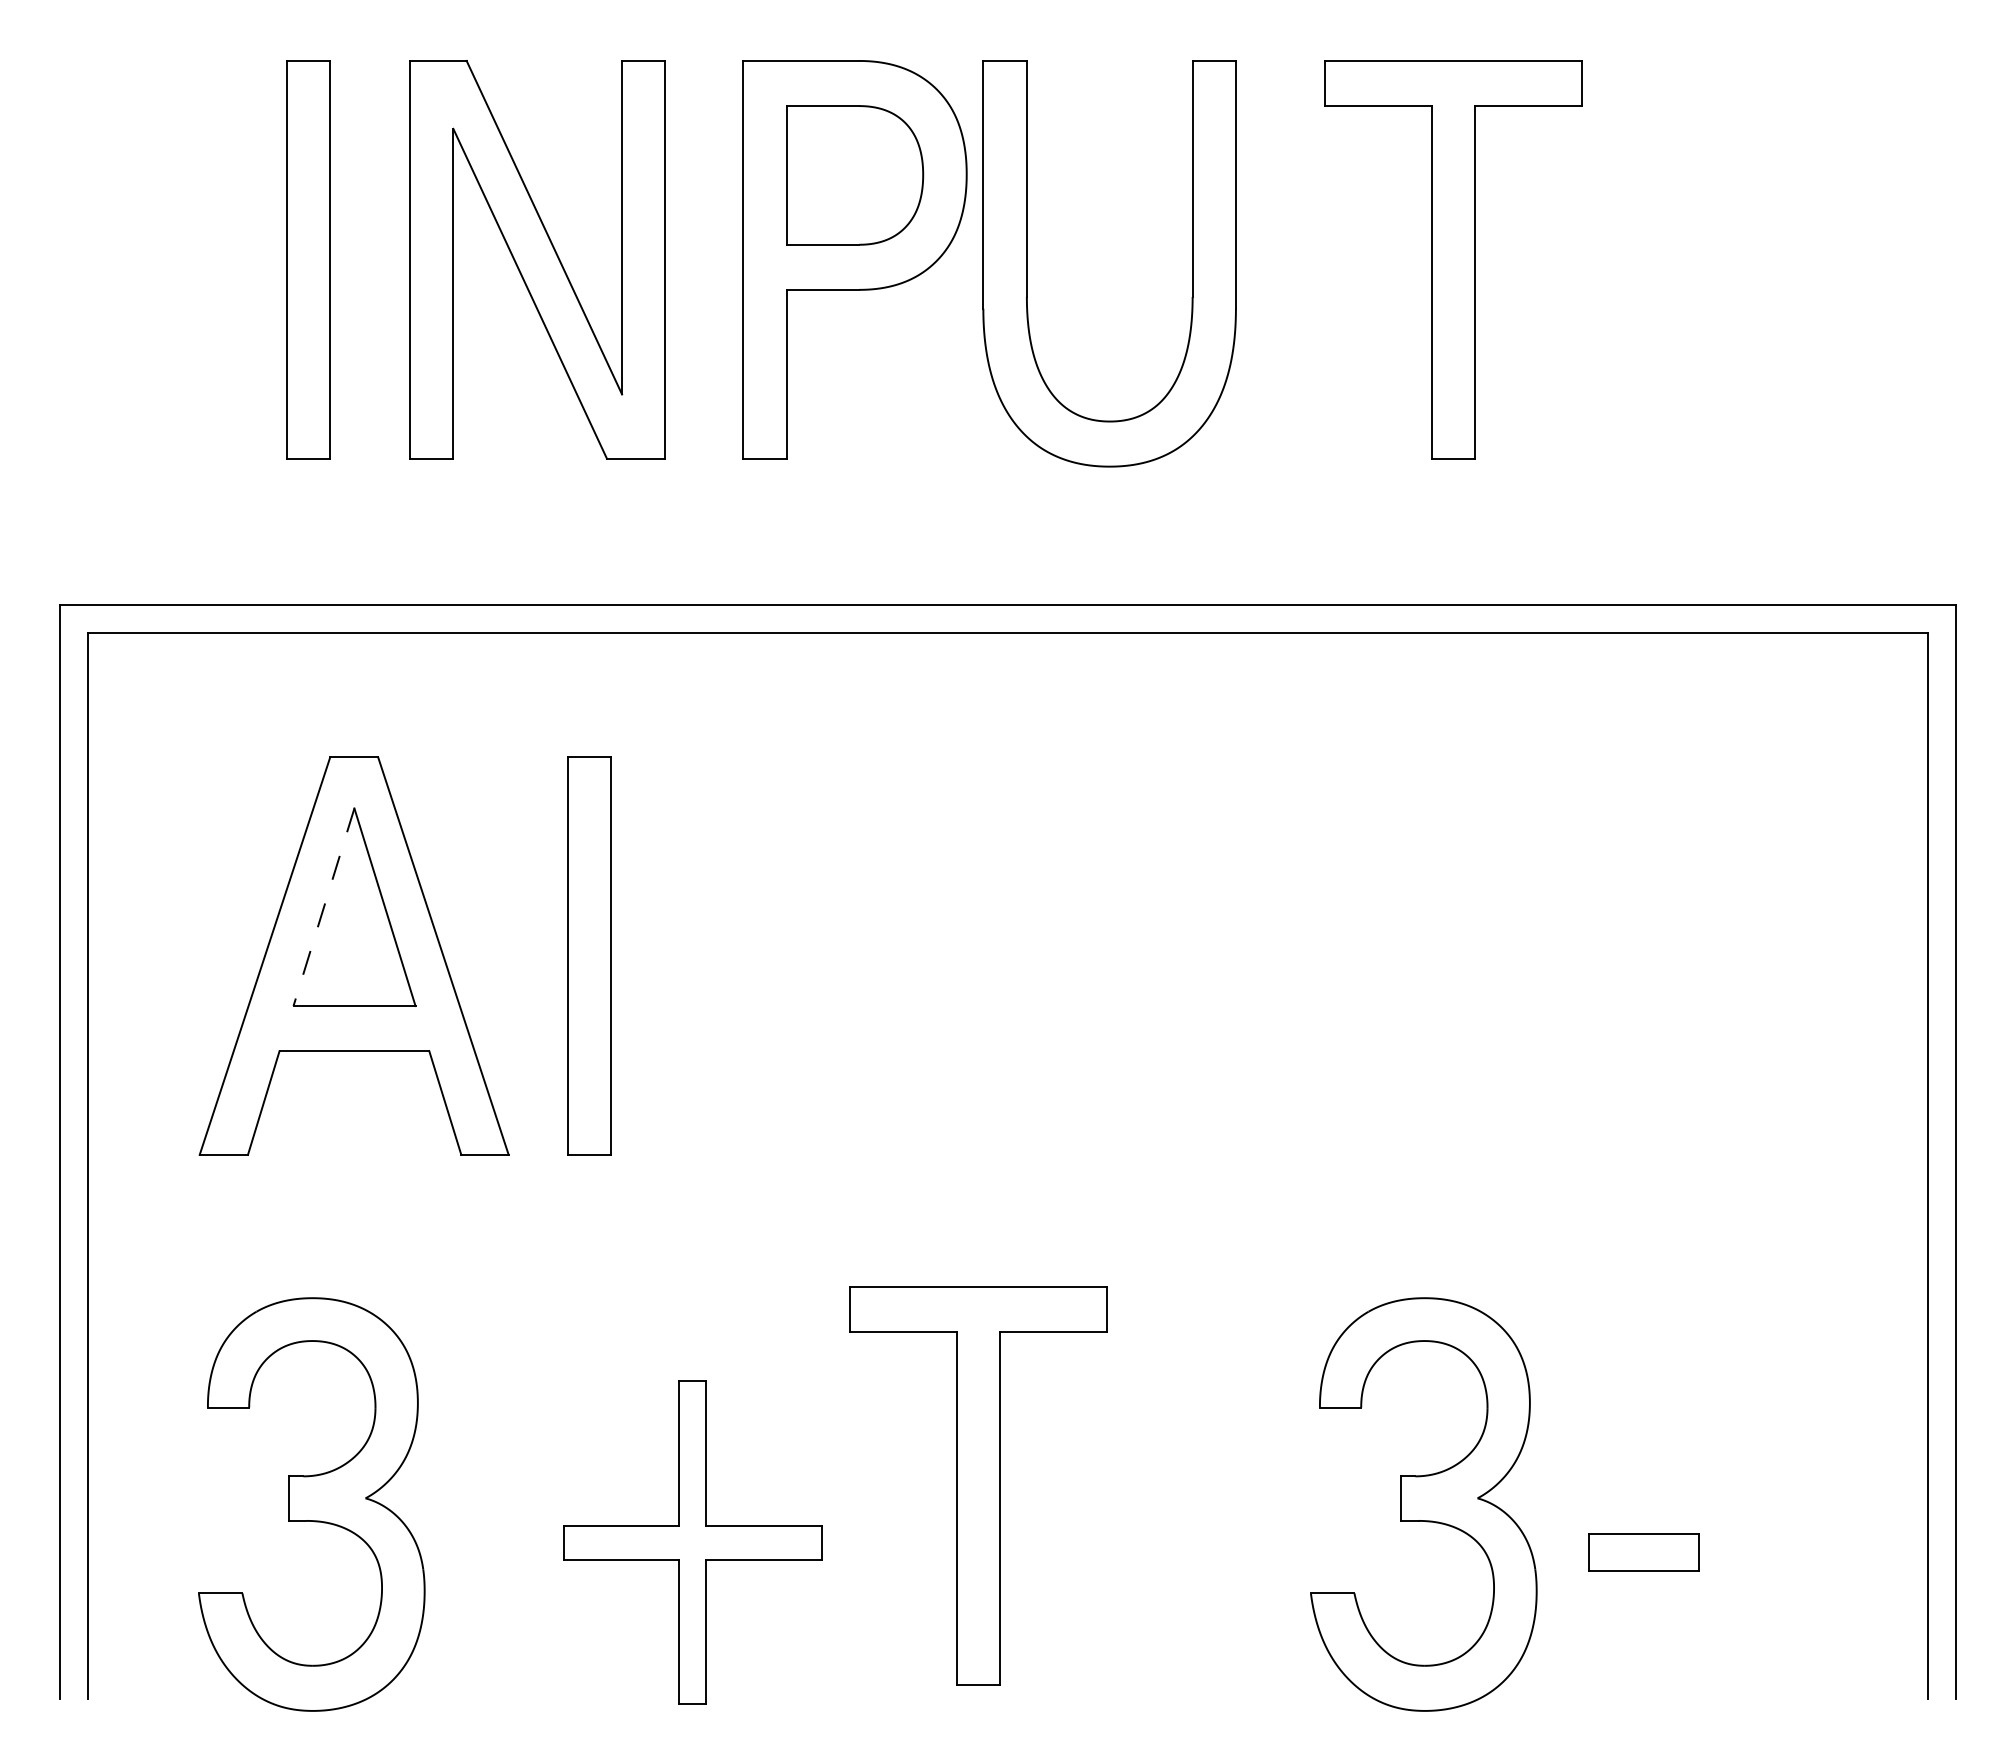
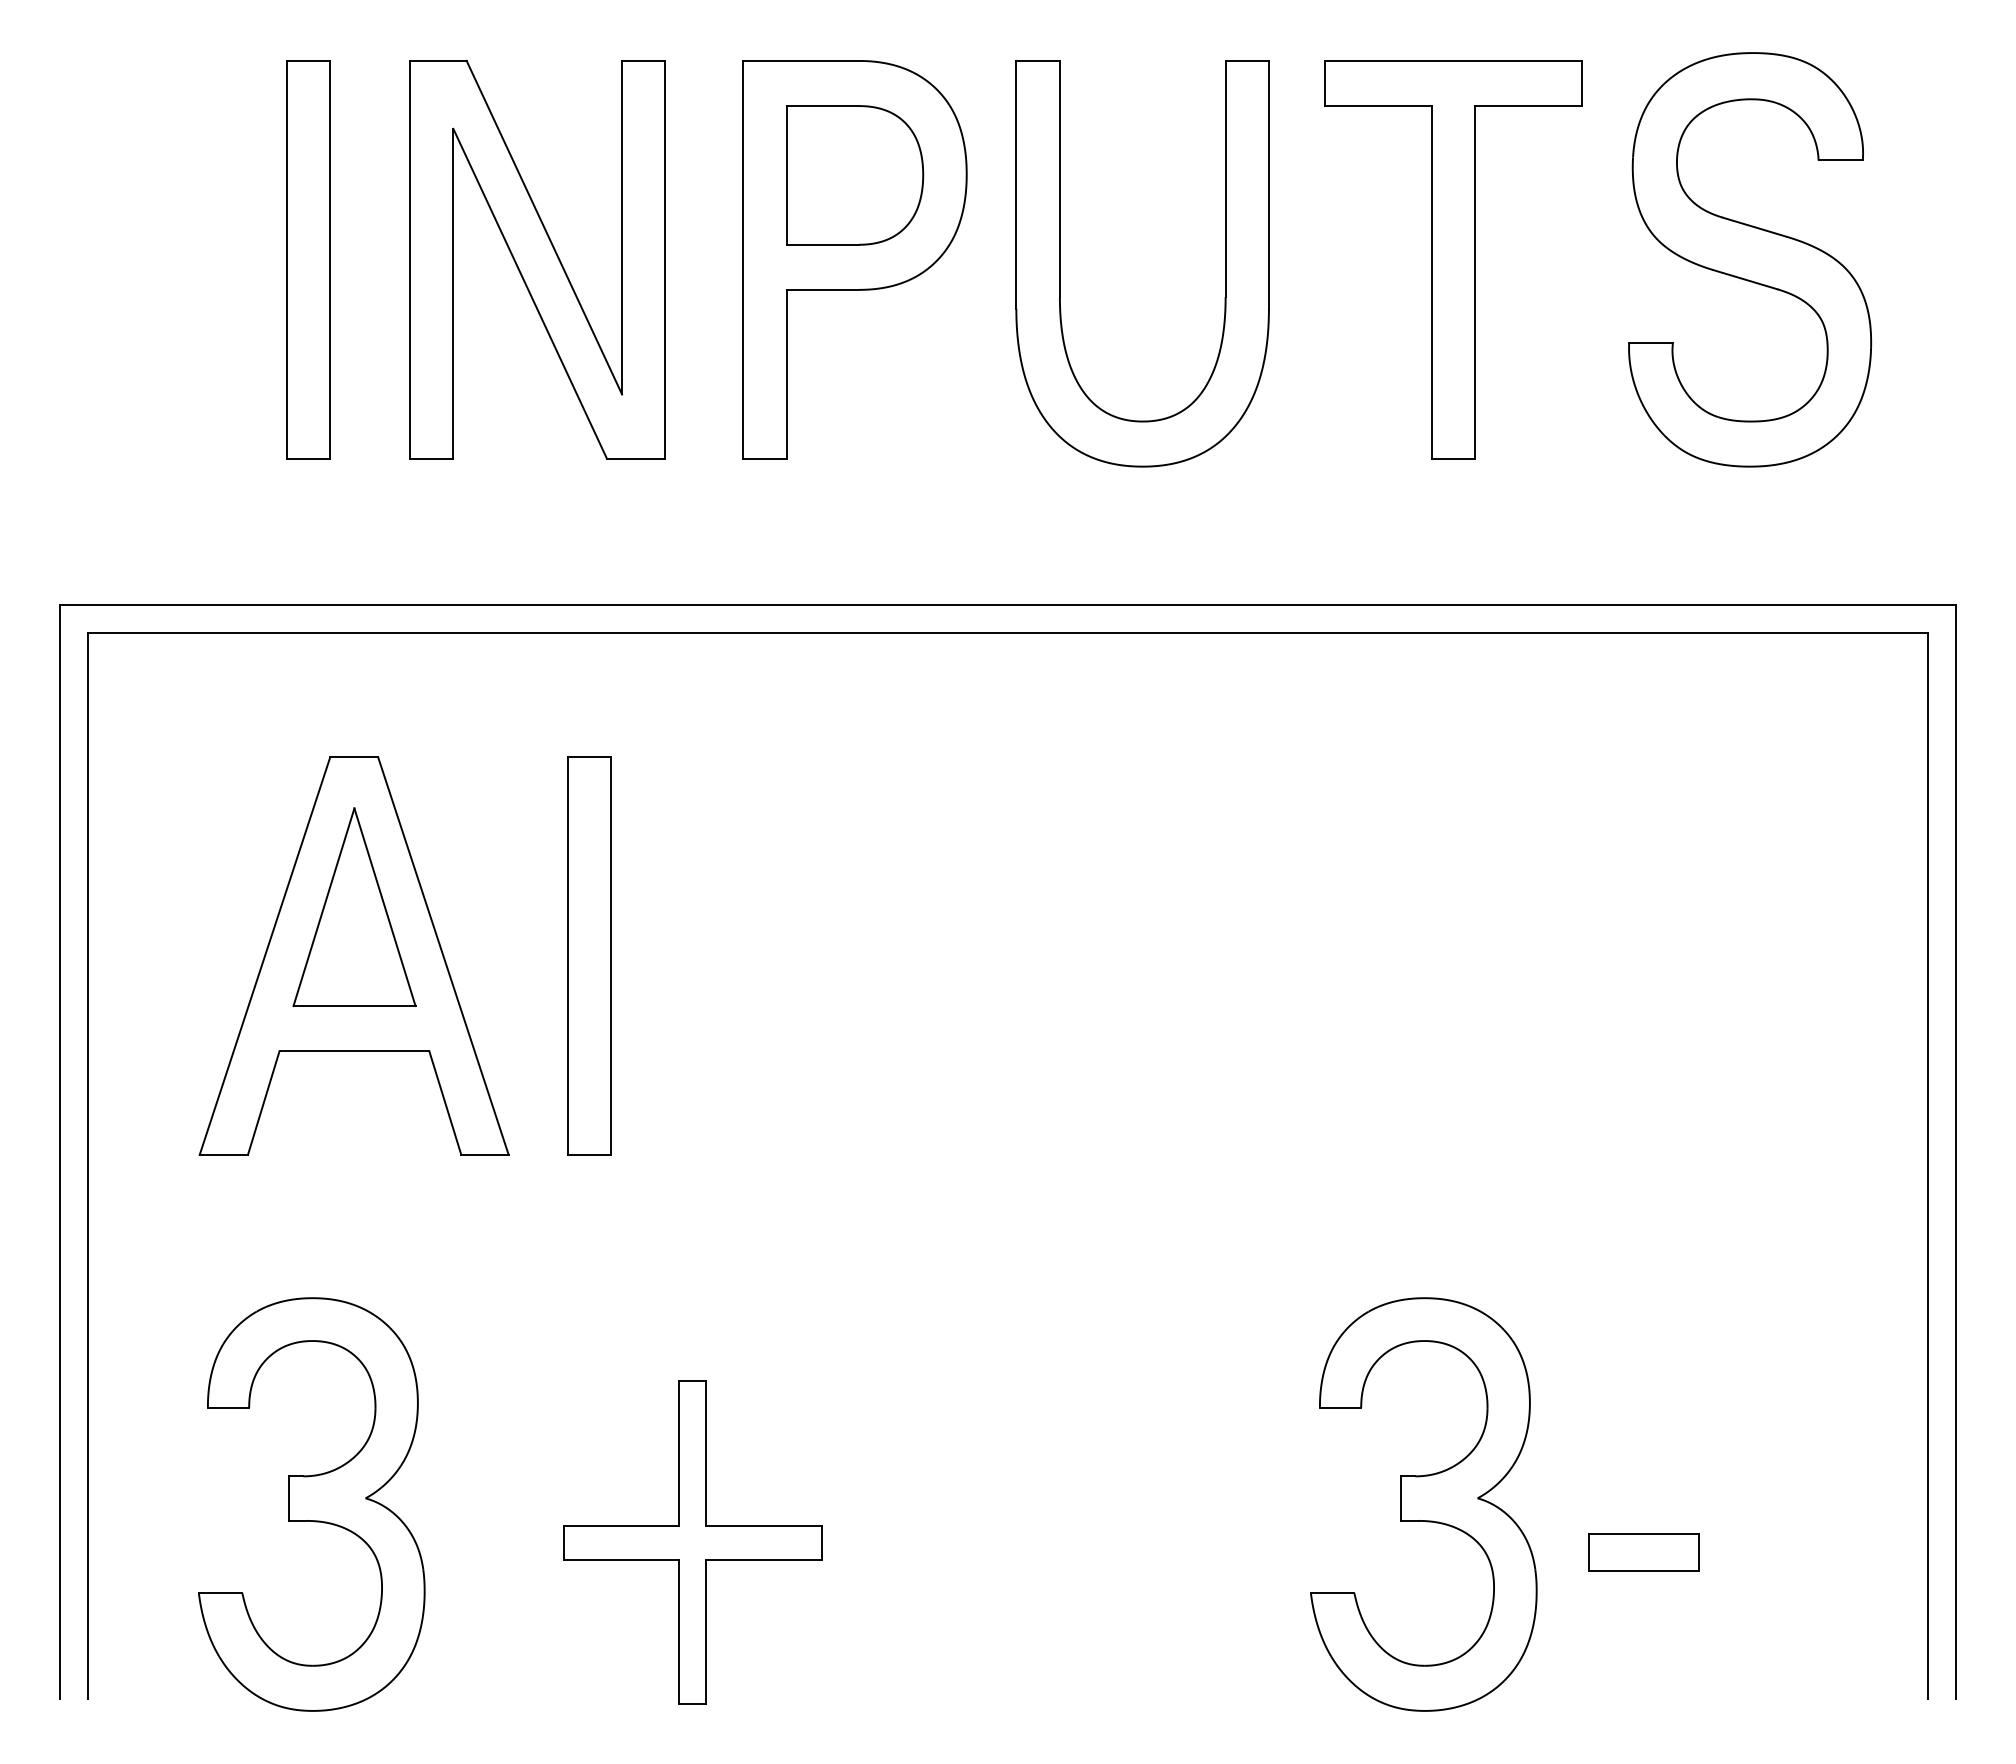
part at (1750, 259): none -> present
part at (1027, 263) position: (1027, 263) -> (1060, 263)
line at (323, 907): dashed -> solid
part at (978, 1485): present -> none
